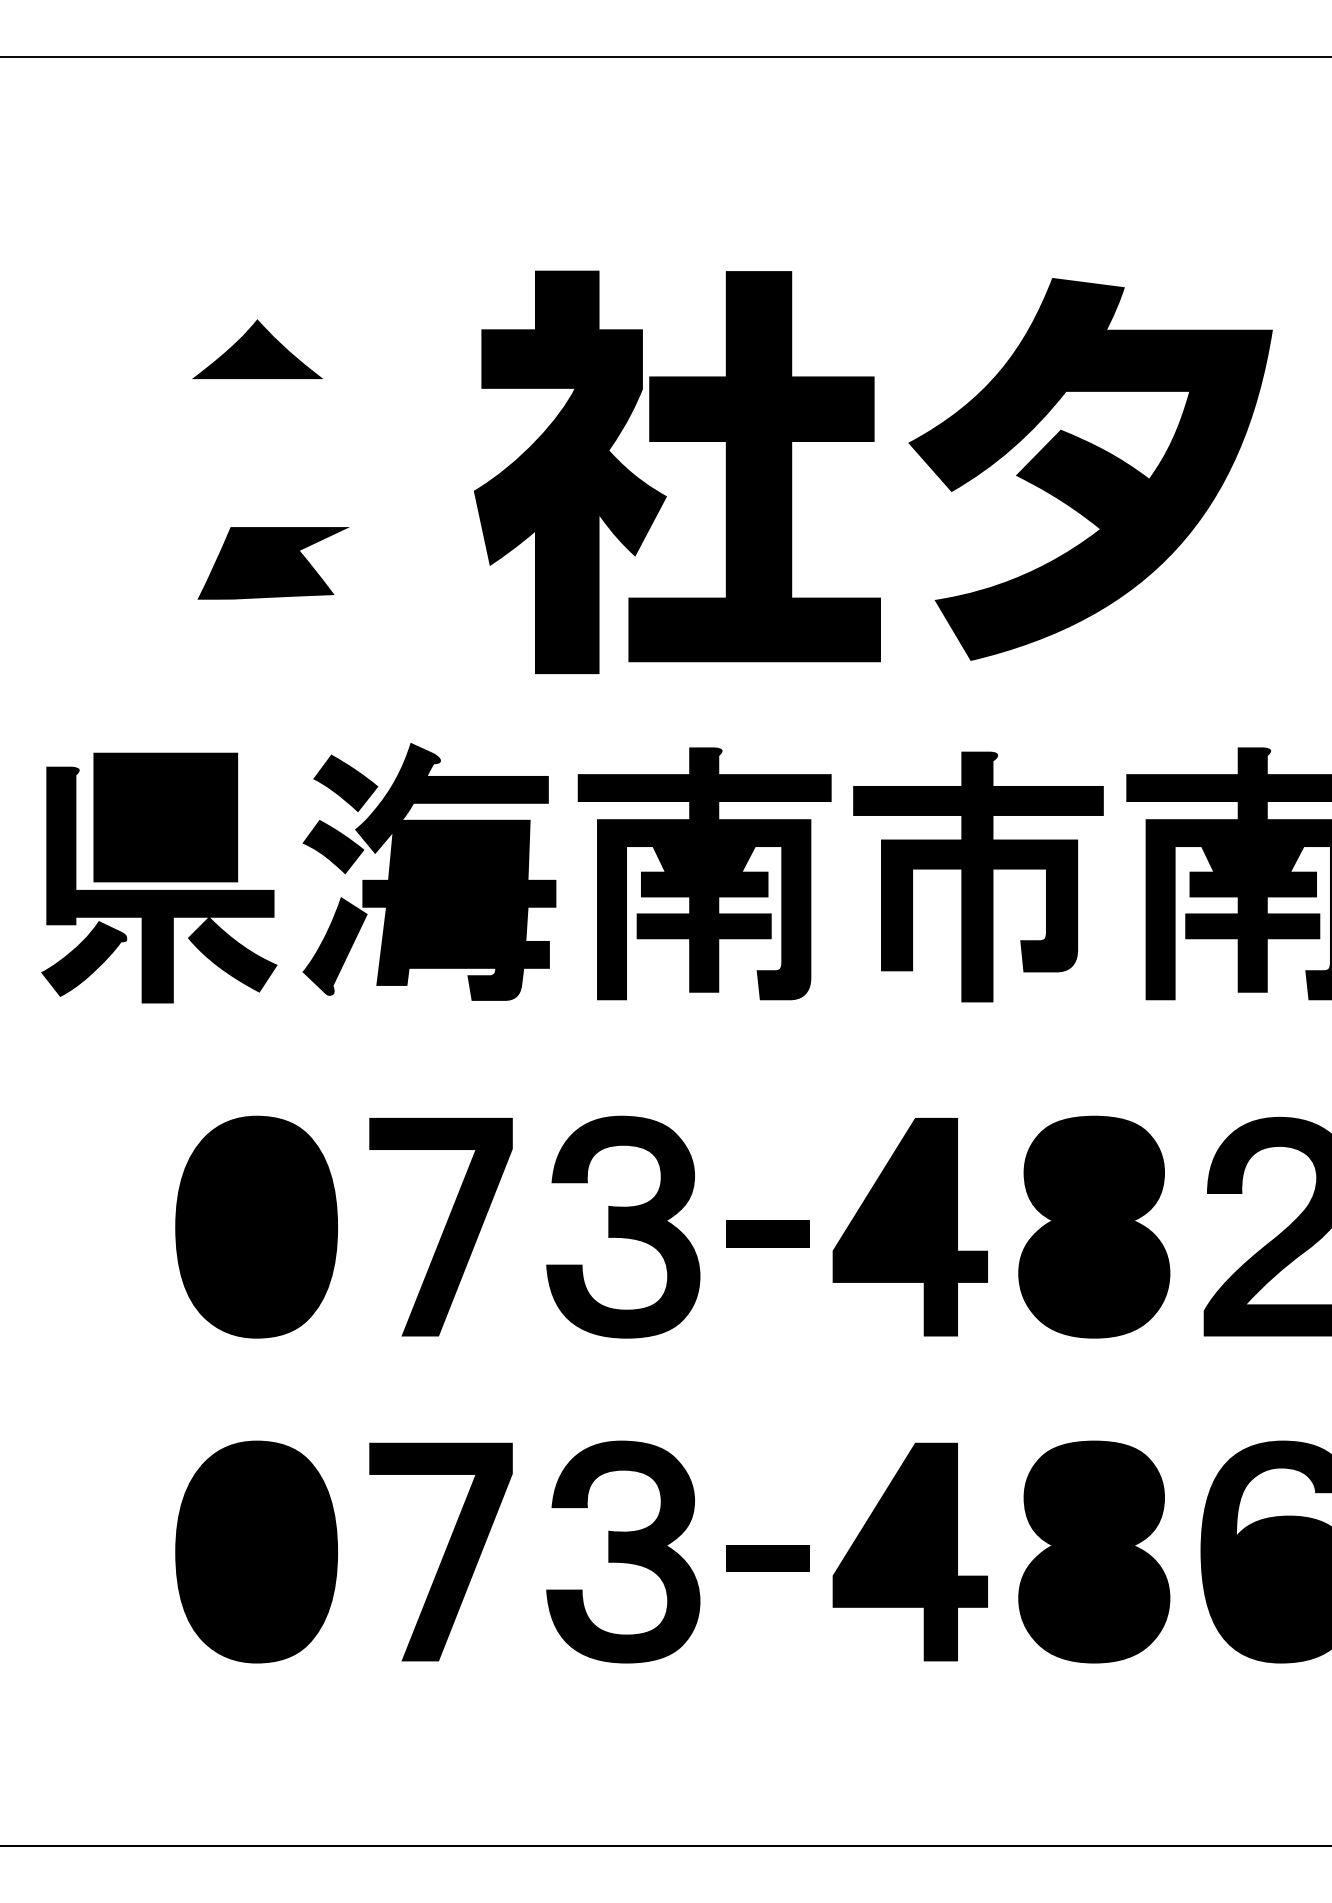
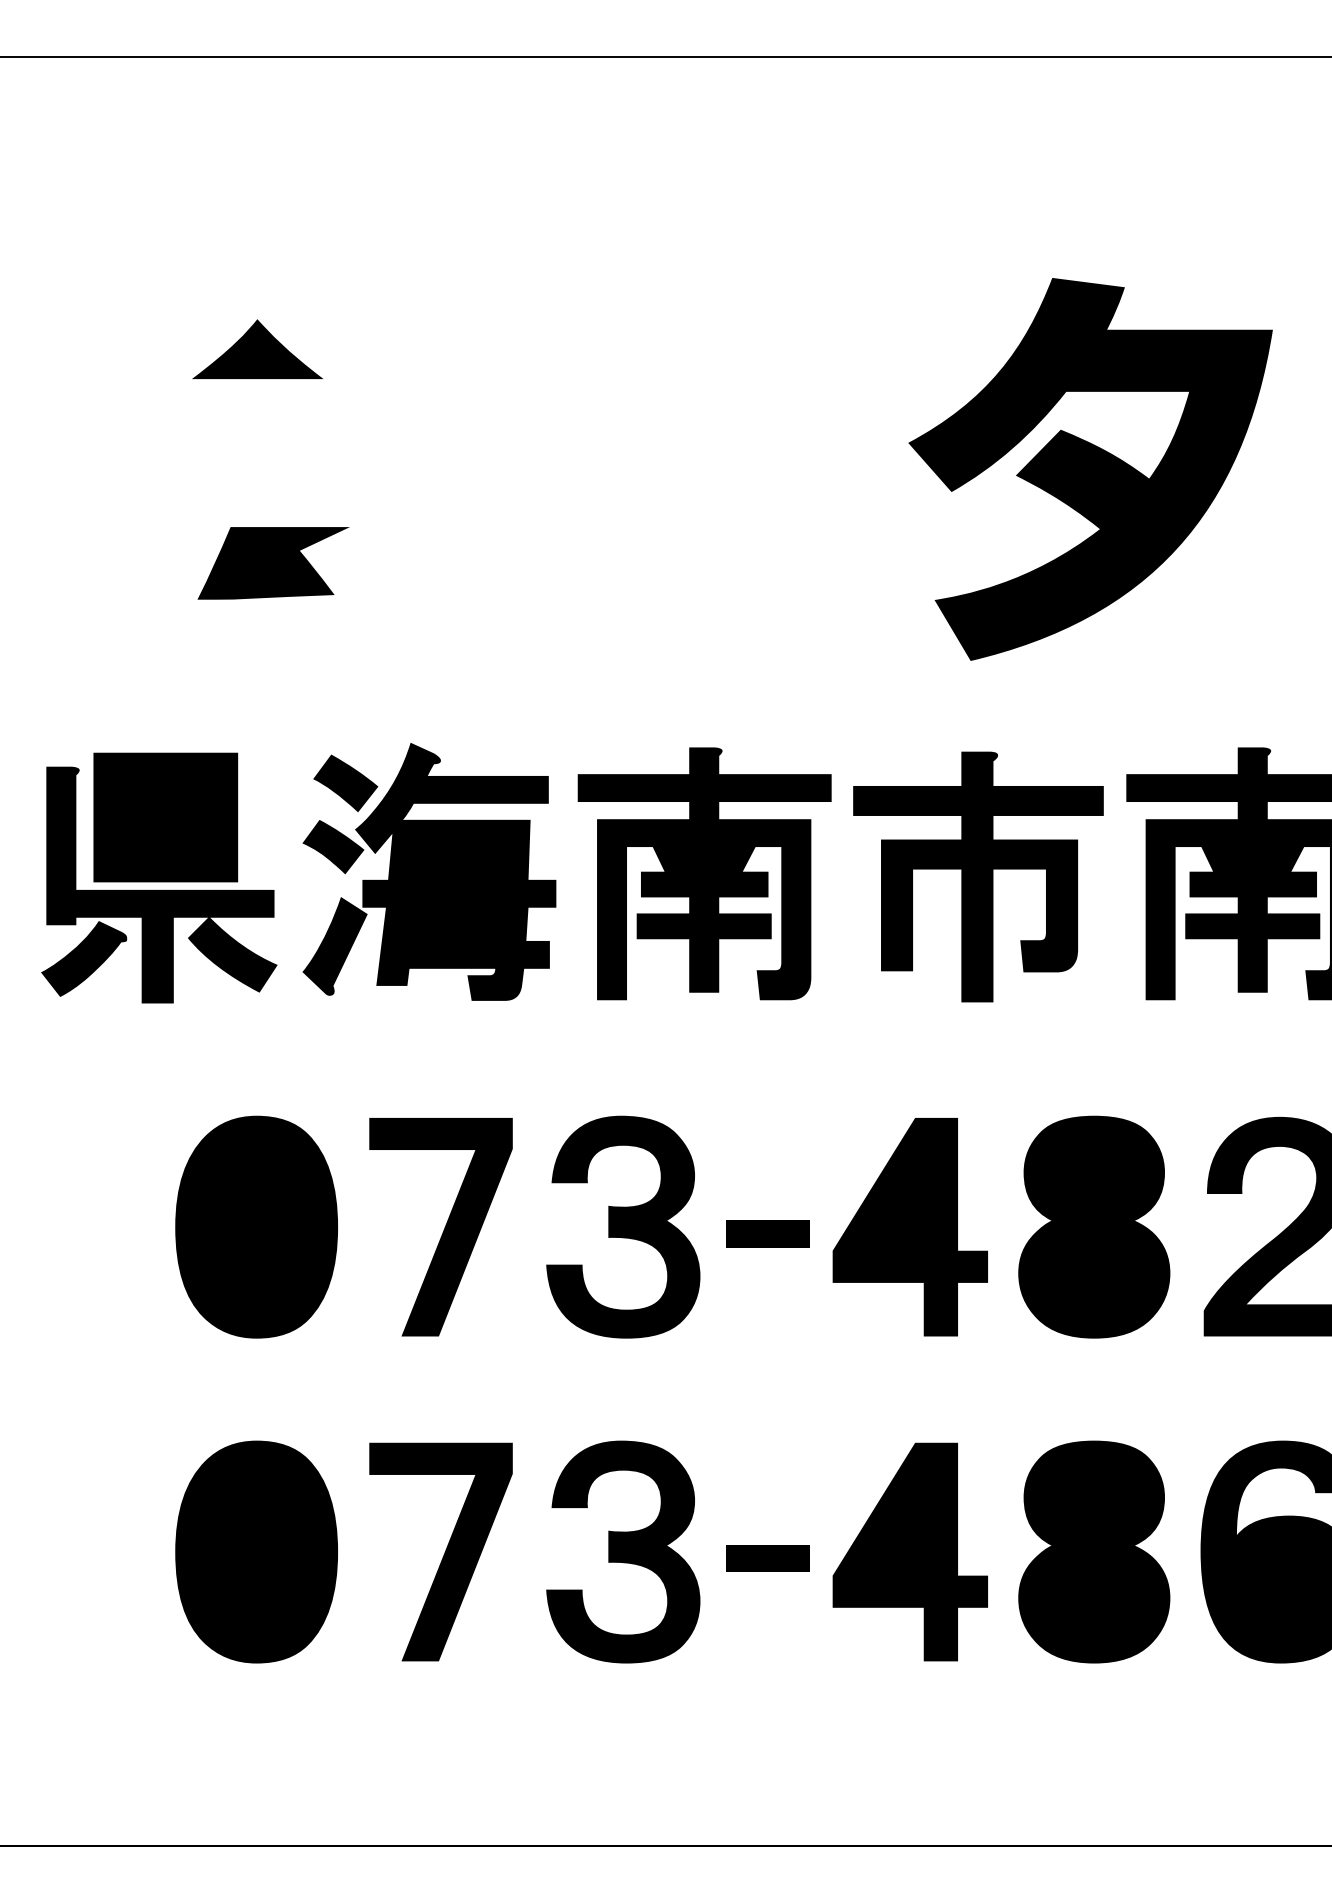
part at (662, 493): present -> none
